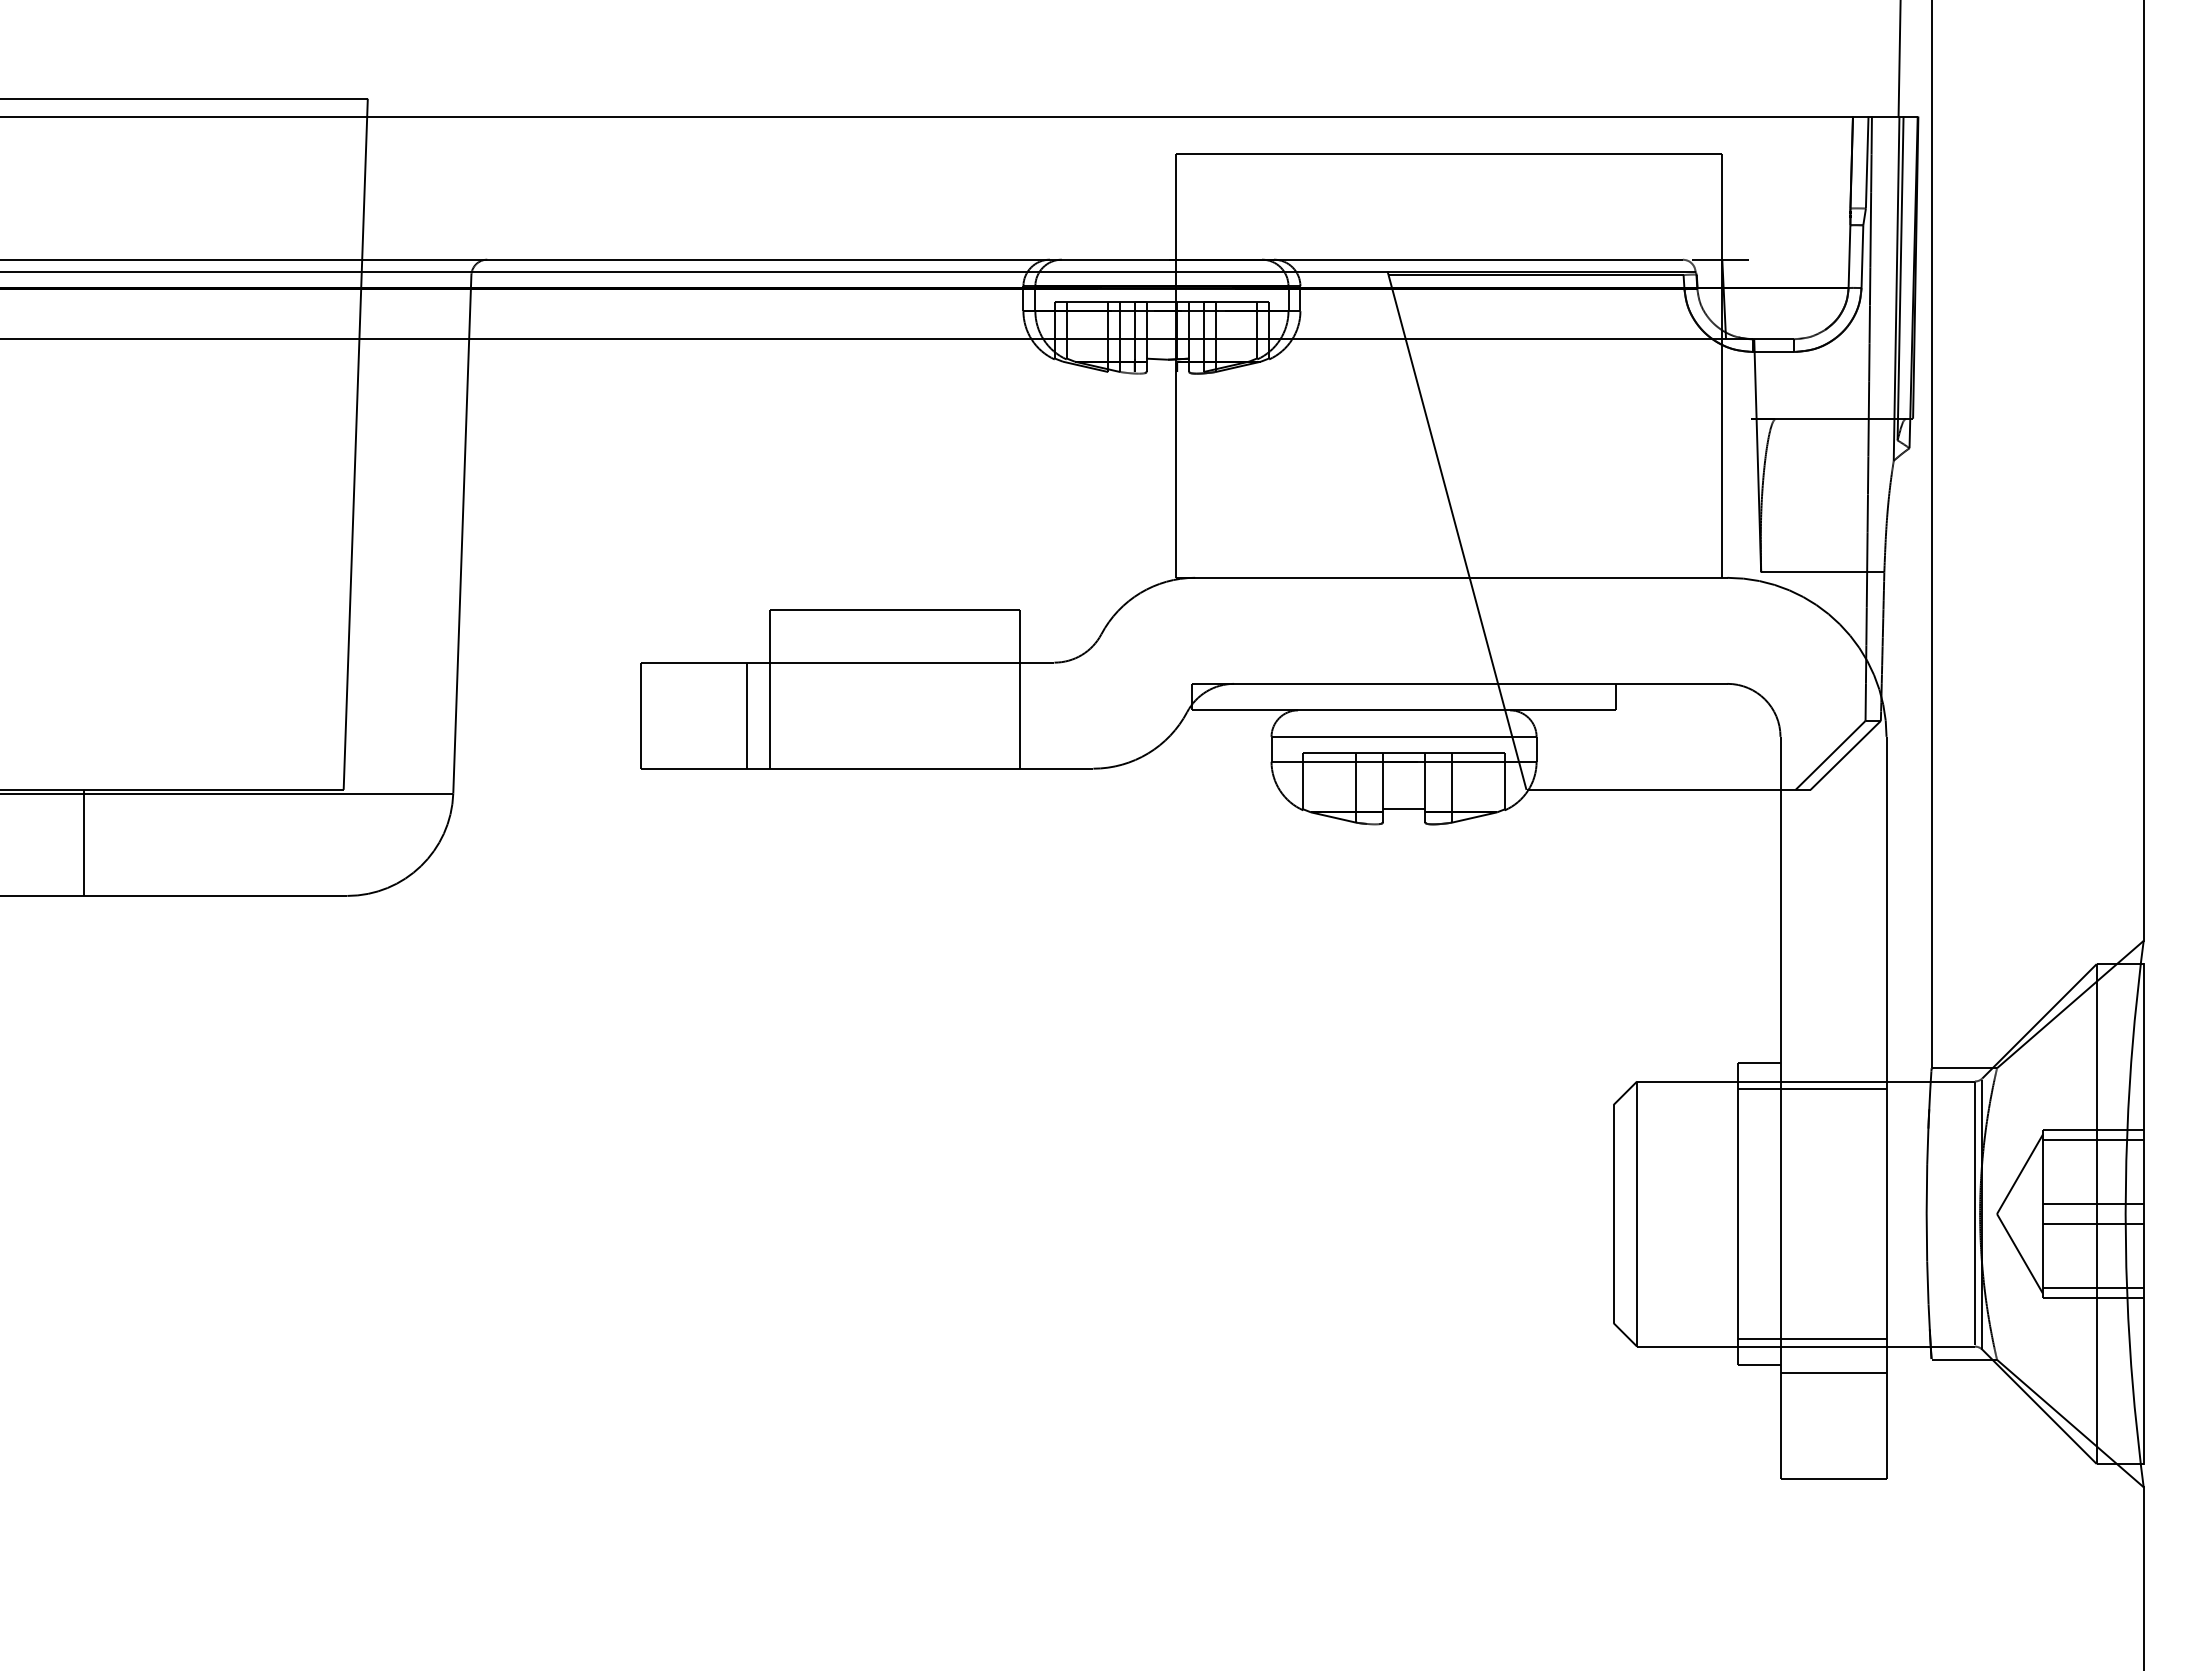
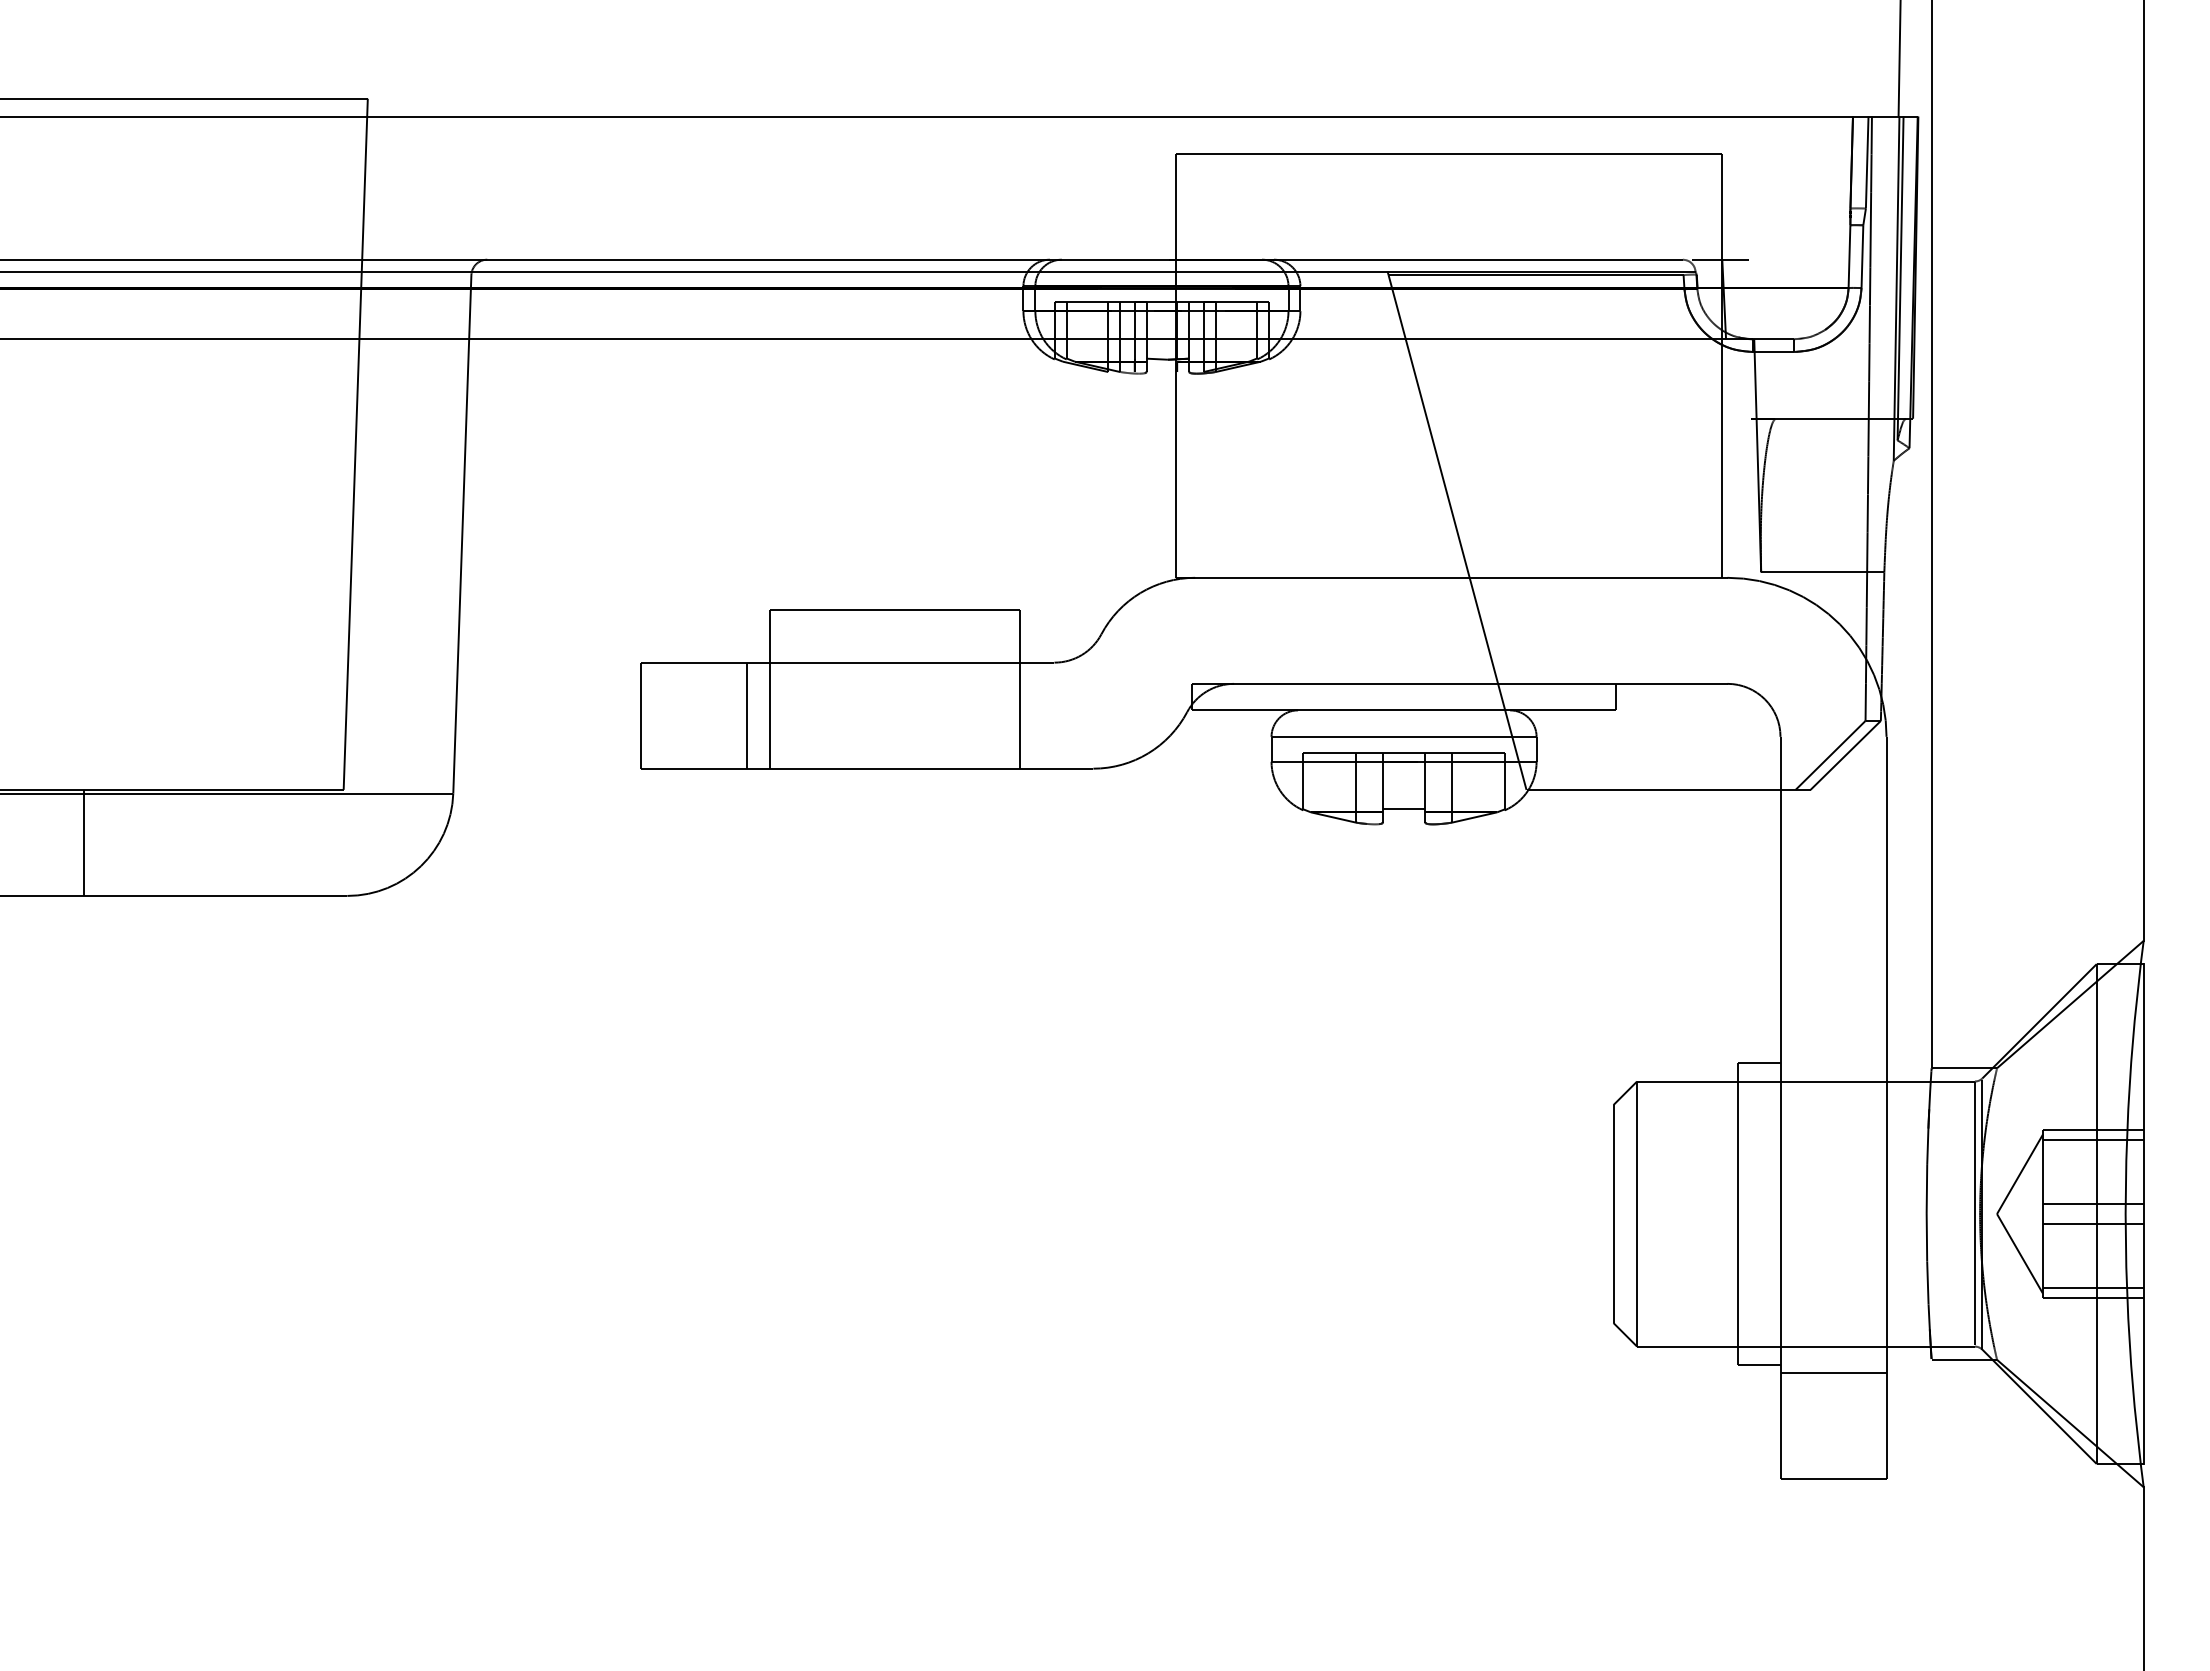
line at (1812, 1089): present -> none
line at (1812, 1338): present -> none
